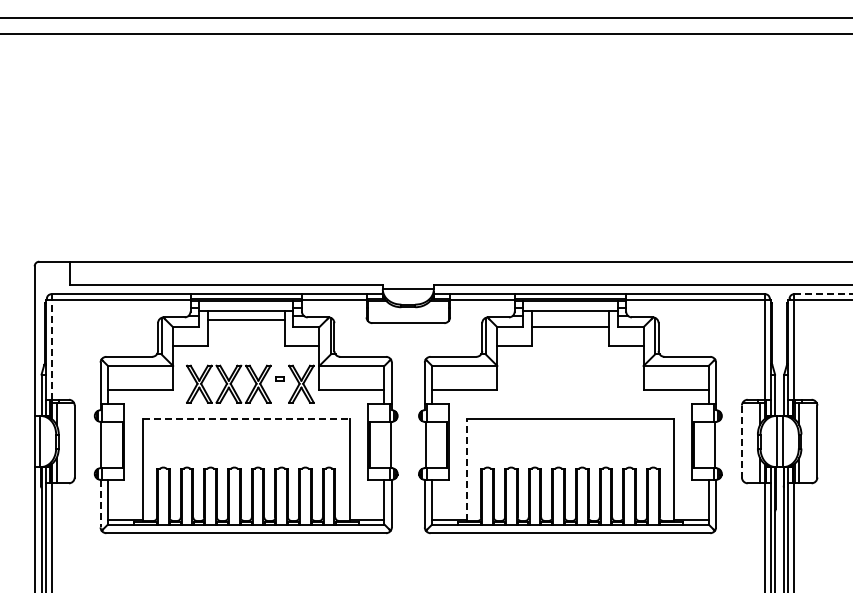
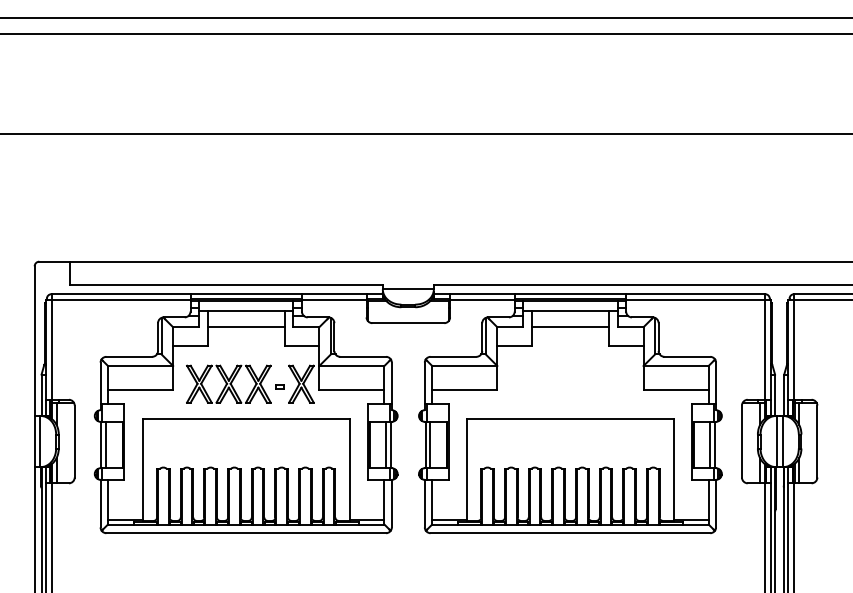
line at (425, 134): none -> present
line at (823, 294): dashed -> solid
line at (245, 320) position: (245, 320) -> (245, 327)
line at (51, 346): dashed -> solid
part at (279, 378) position: (279, 378) -> (279, 386)
line at (246, 419): dashed -> solid
line at (741, 441): dashed -> solid
line at (106, 444): none -> present
line at (386, 444): none -> present
line at (430, 444): none -> present
line at (710, 444): none -> present
line at (467, 470): dashed -> solid
line at (100, 503): dashed -> solid
